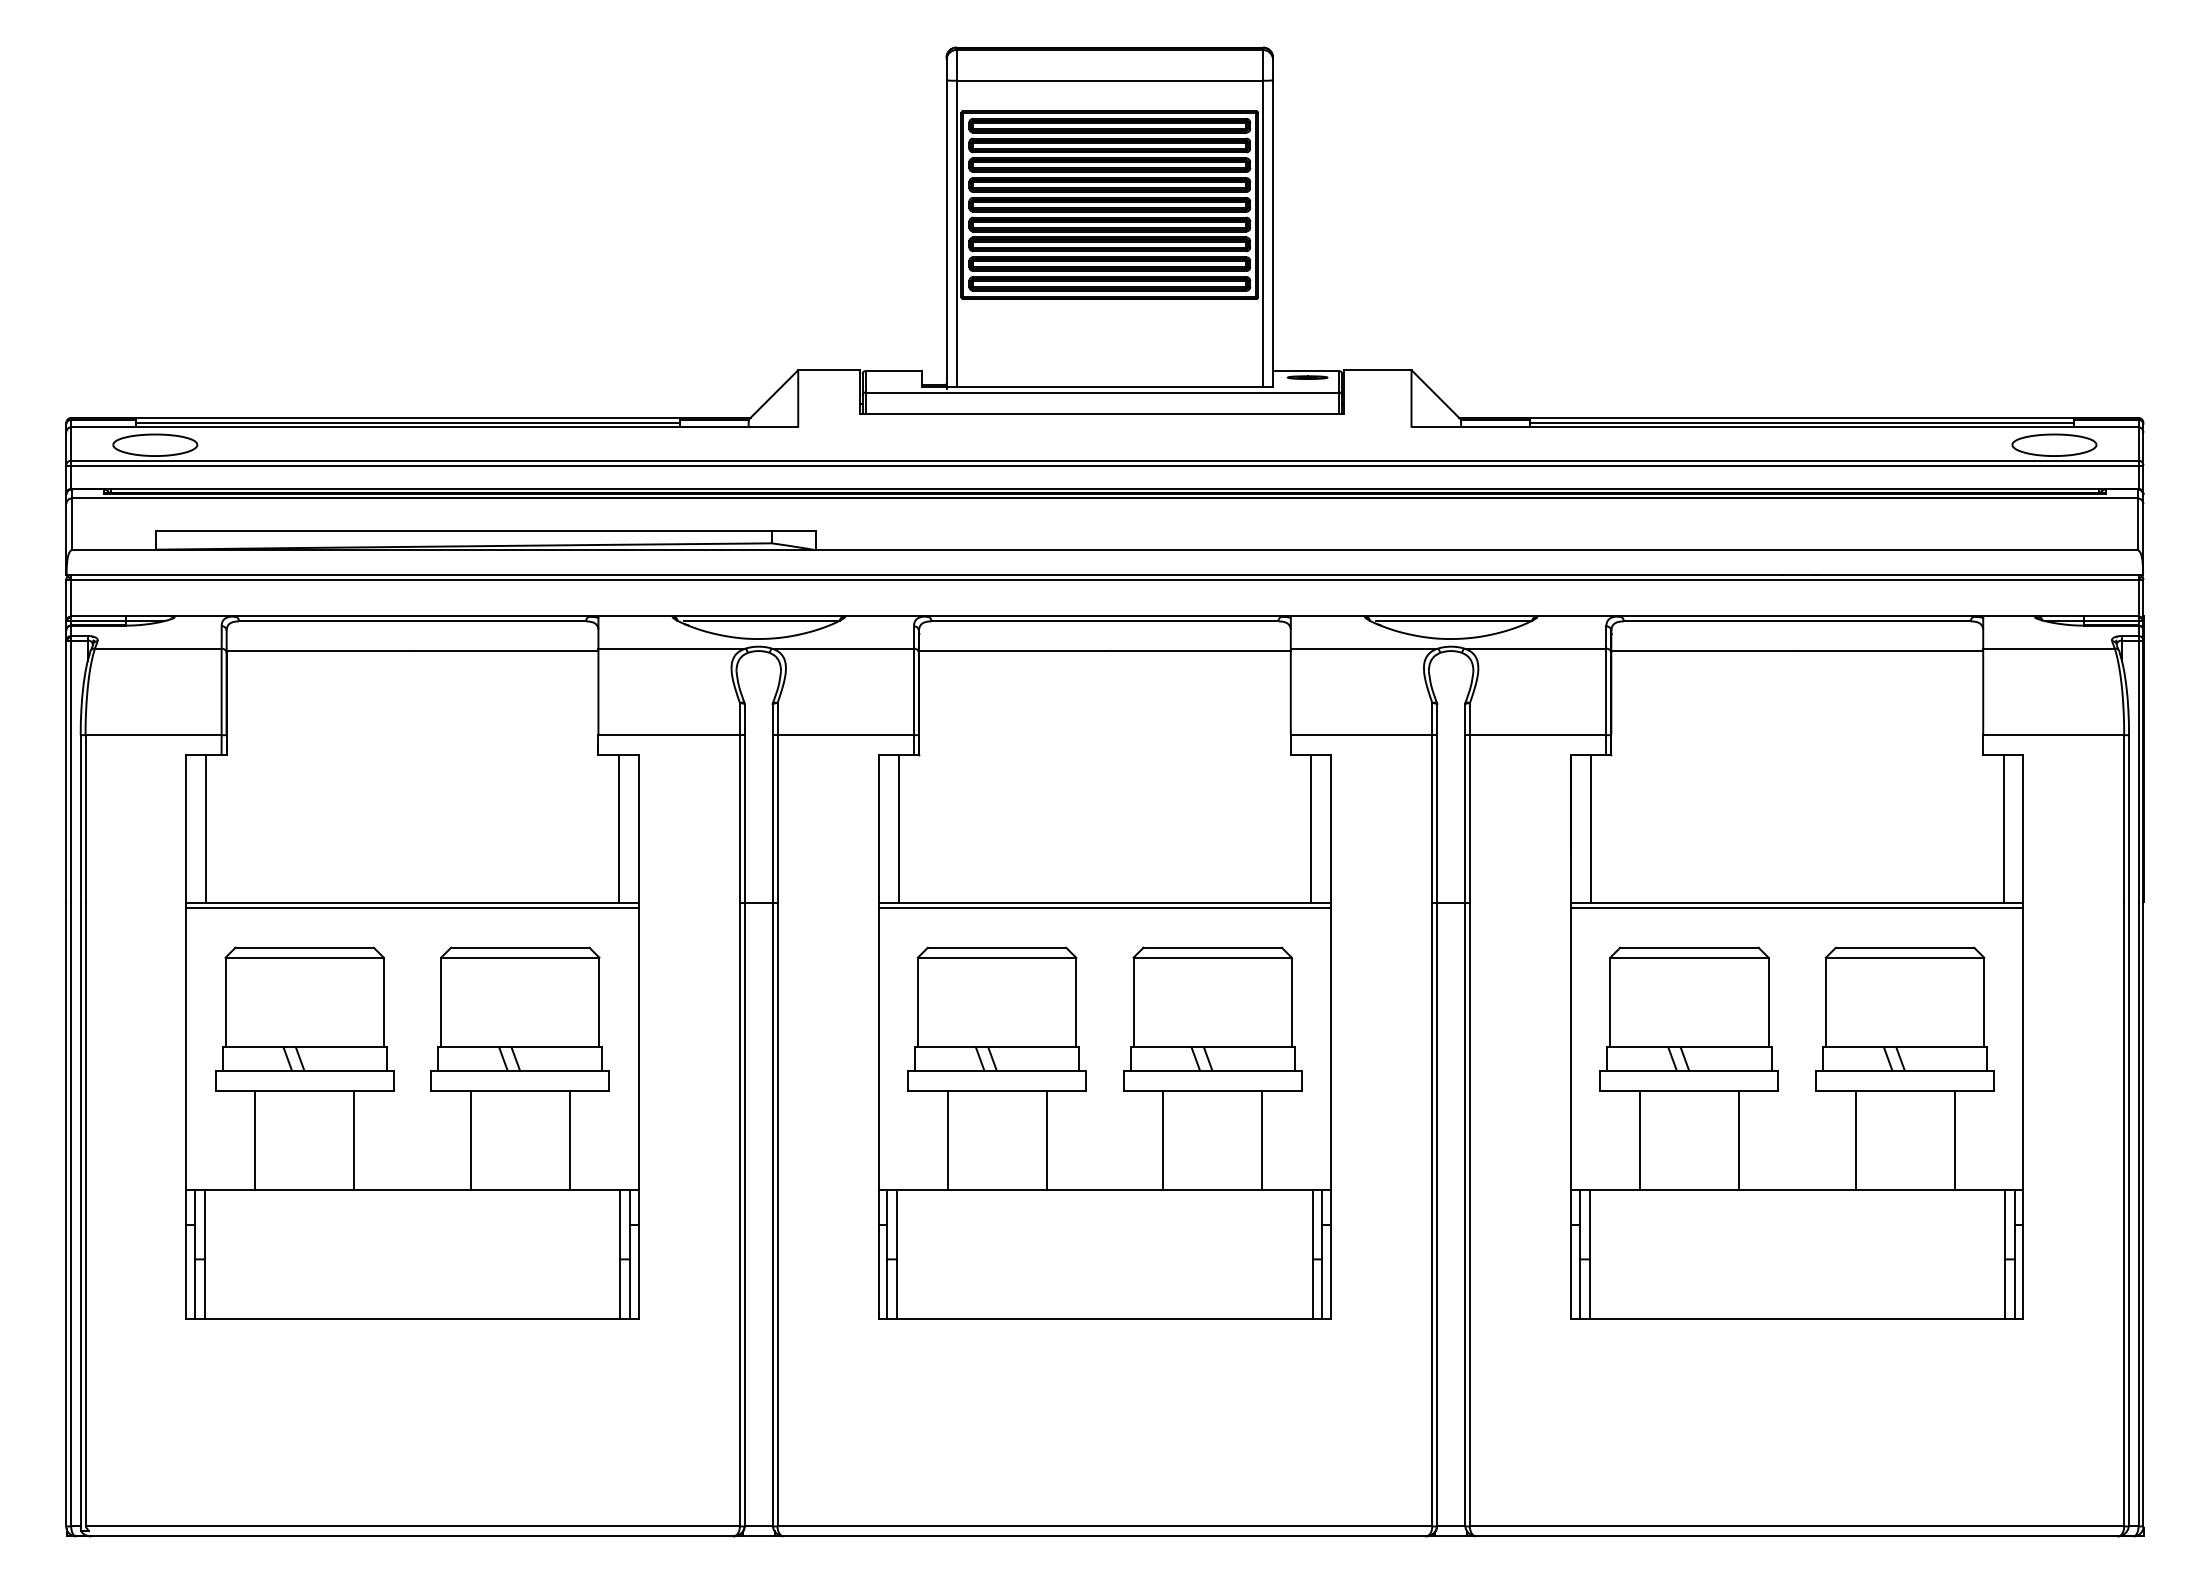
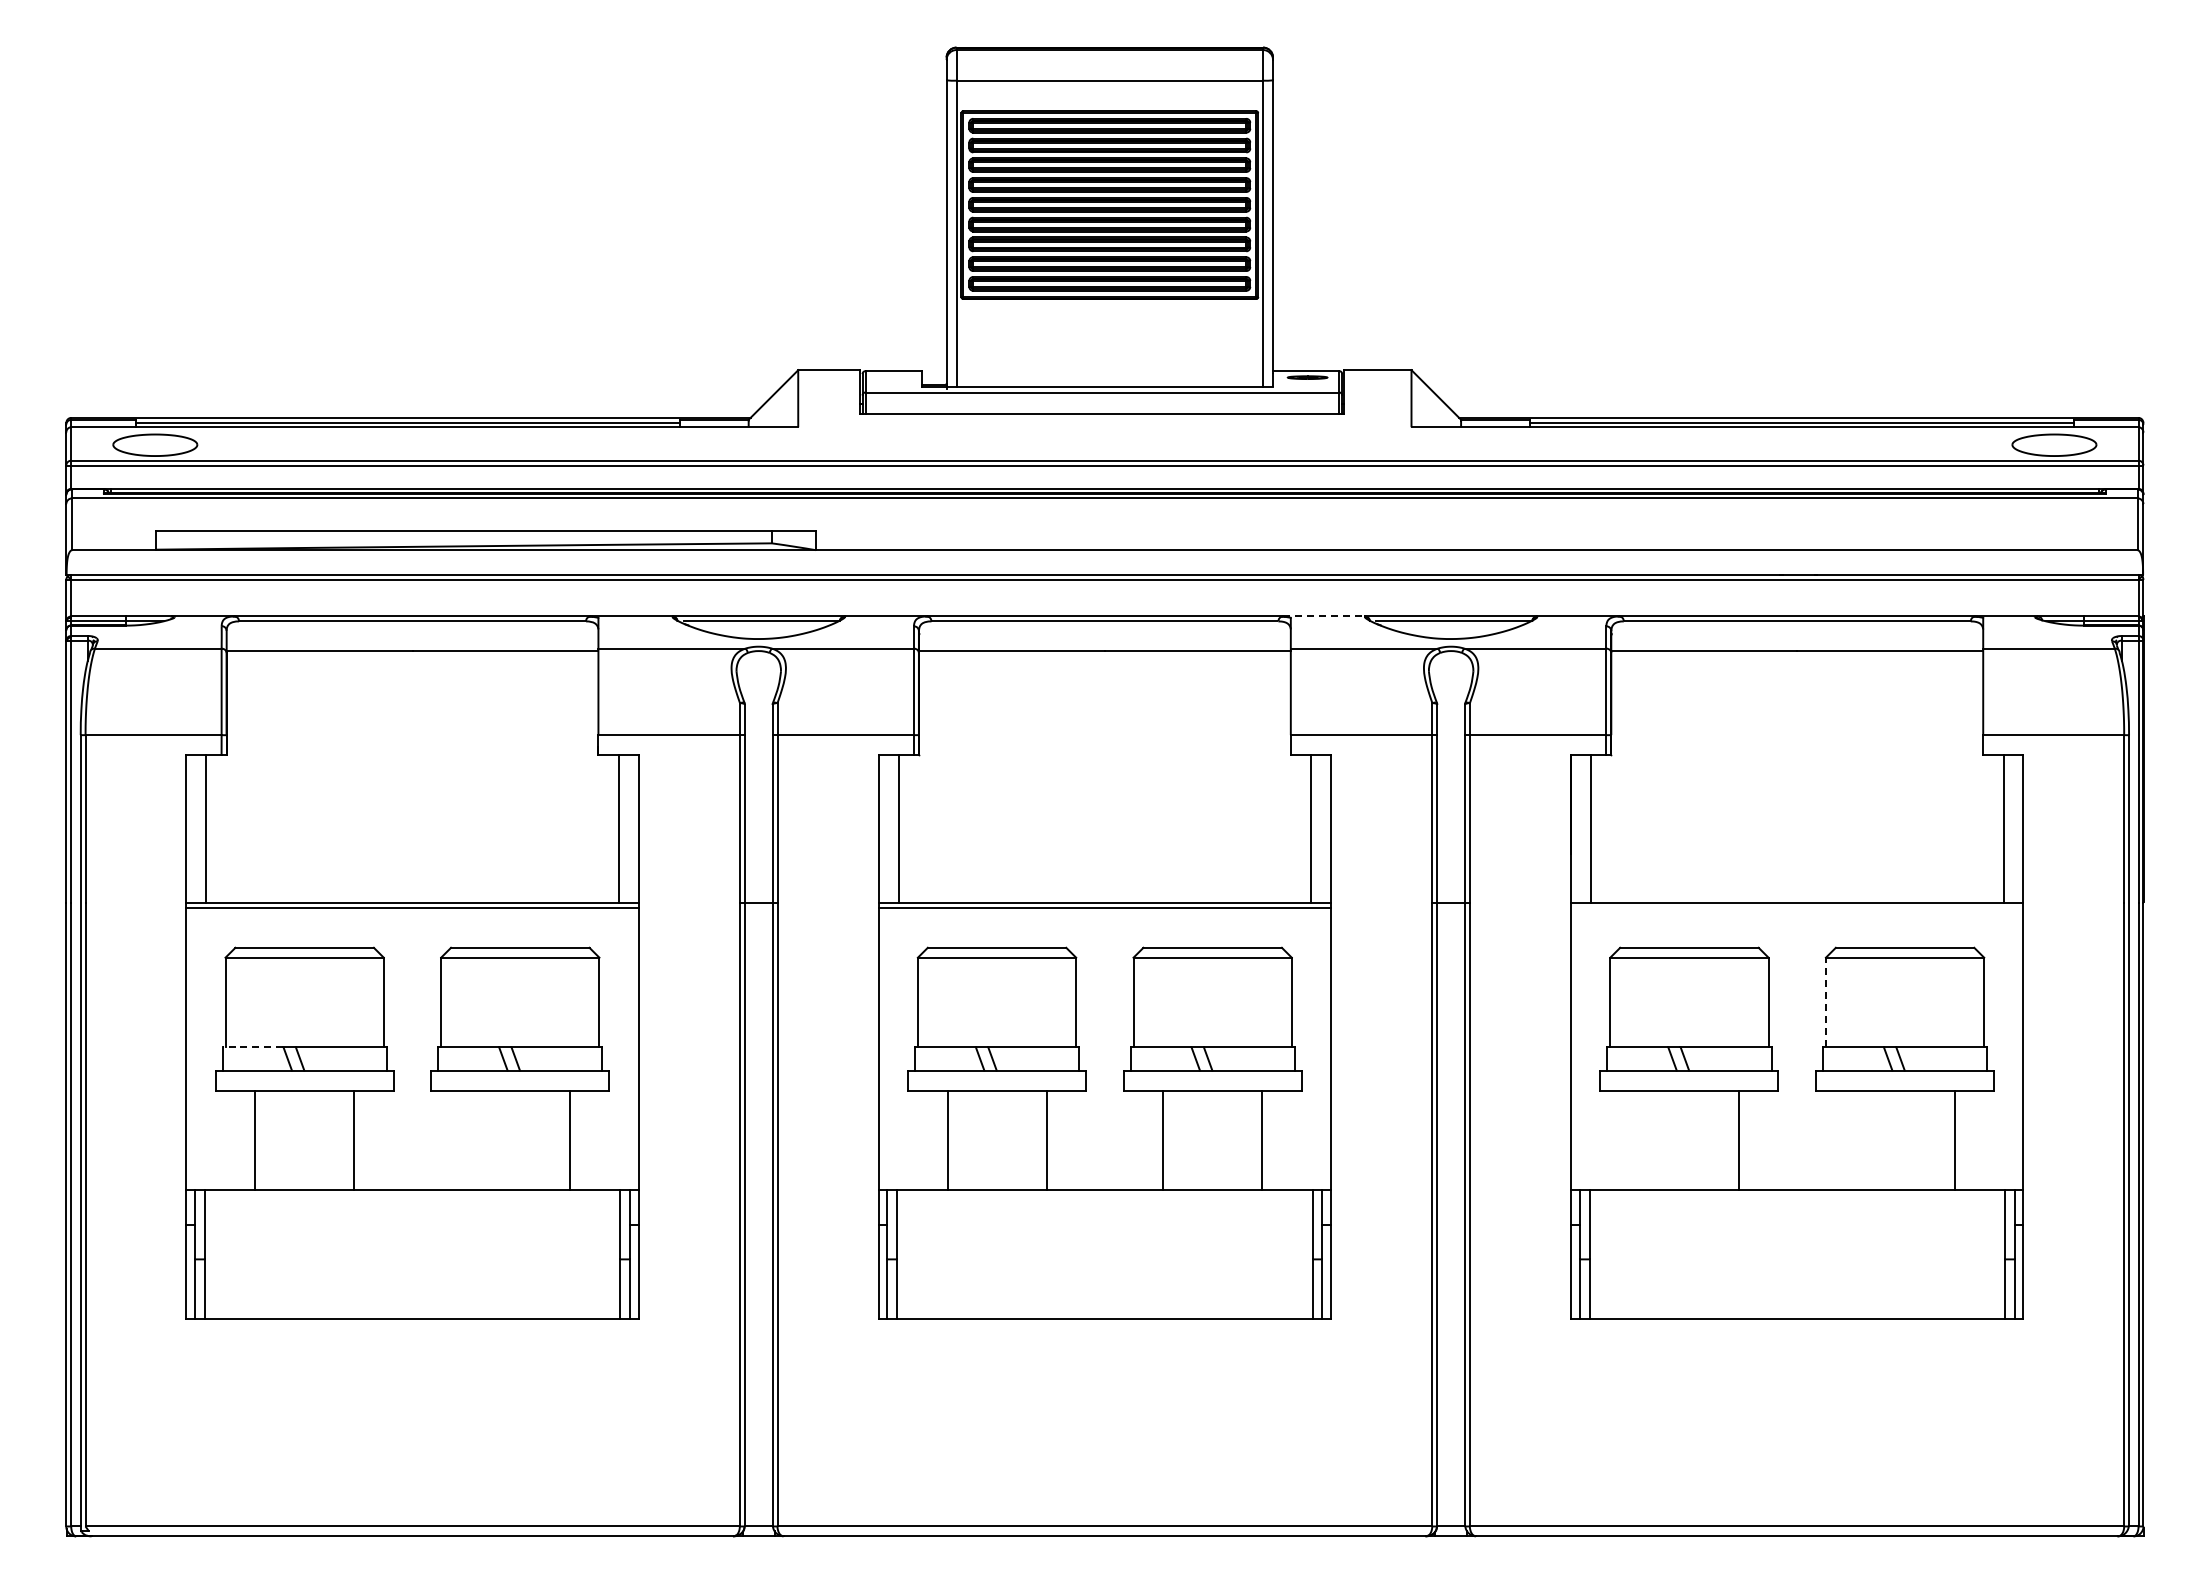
line at (1324, 616): solid -> dashed
line at (1797, 908): present -> none
line at (1825, 1002): solid -> dashed
line at (252, 1046): solid -> dashed
line at (470, 1140): present -> none
line at (1639, 1140): present -> none
line at (1855, 1140): present -> none
